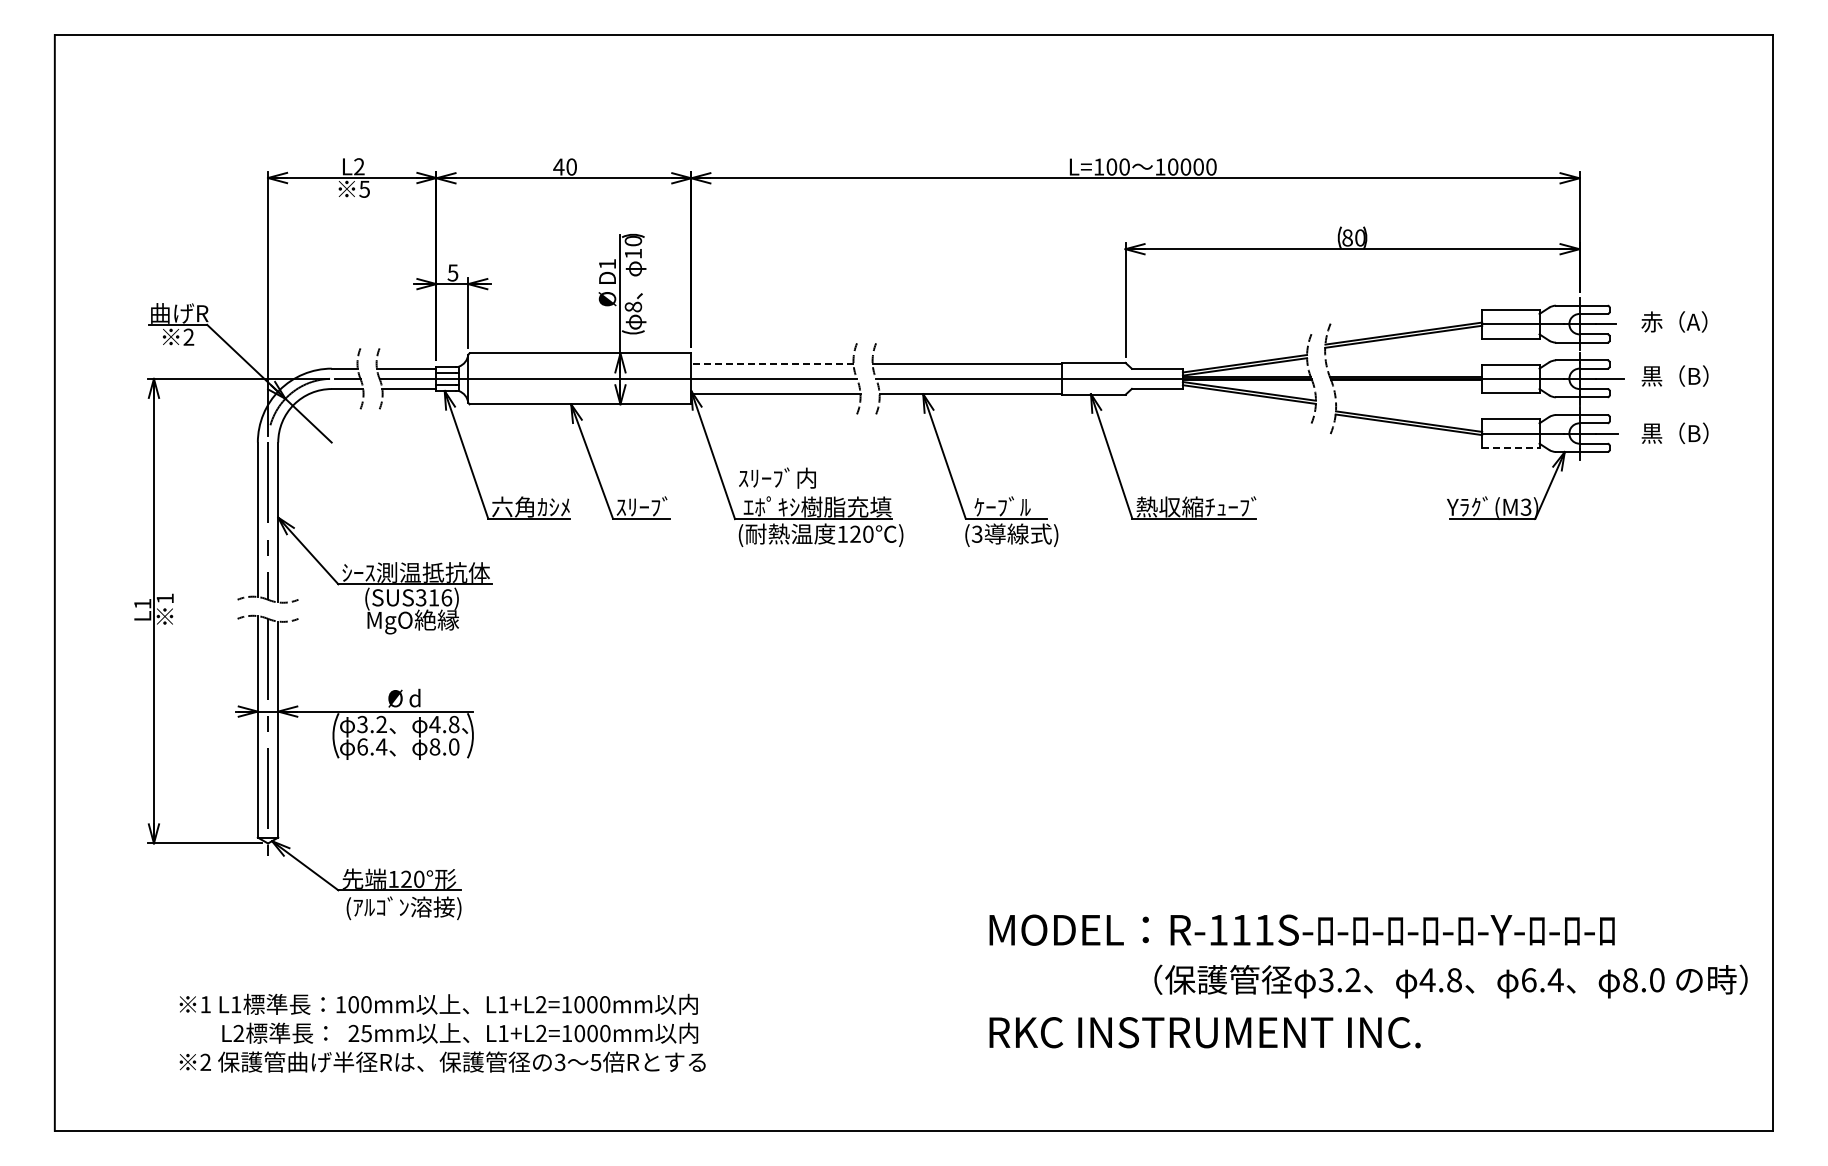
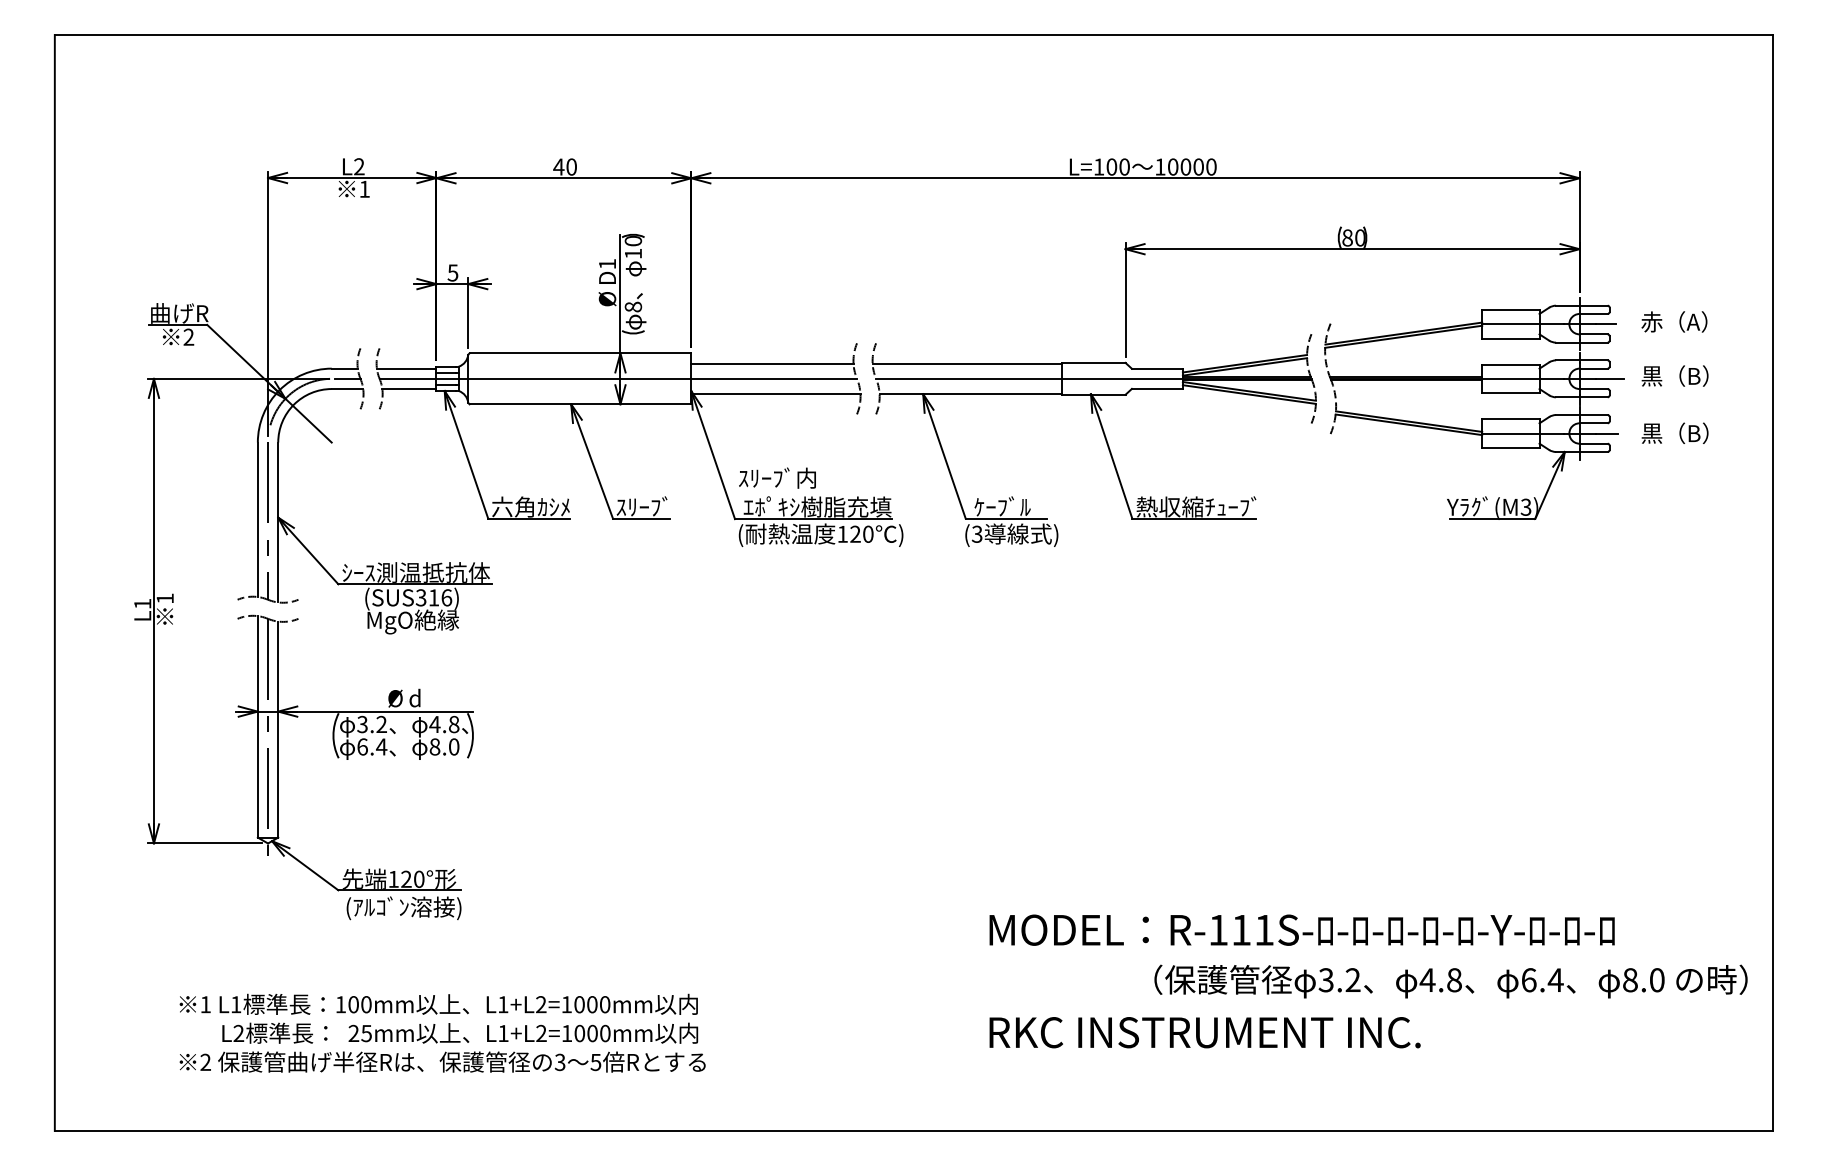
text at (364, 188): 5 -> 1
line at (771, 363): dashed -> solid
line at (1510, 447): dashed -> solid
